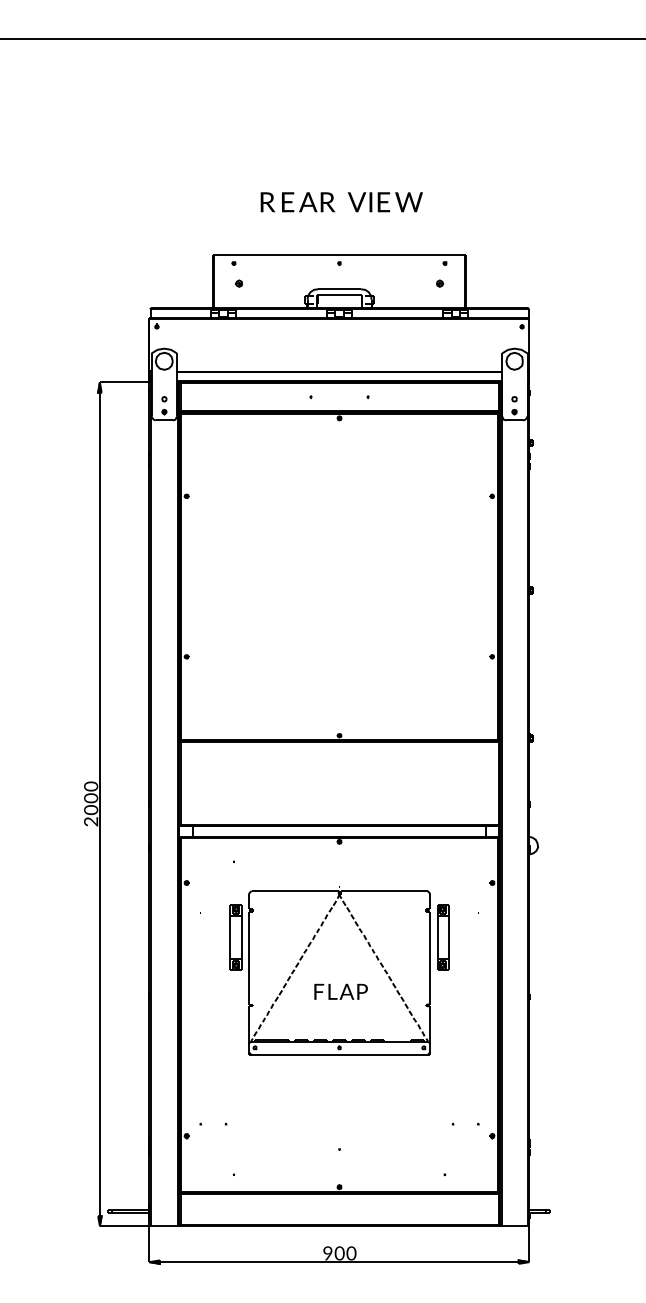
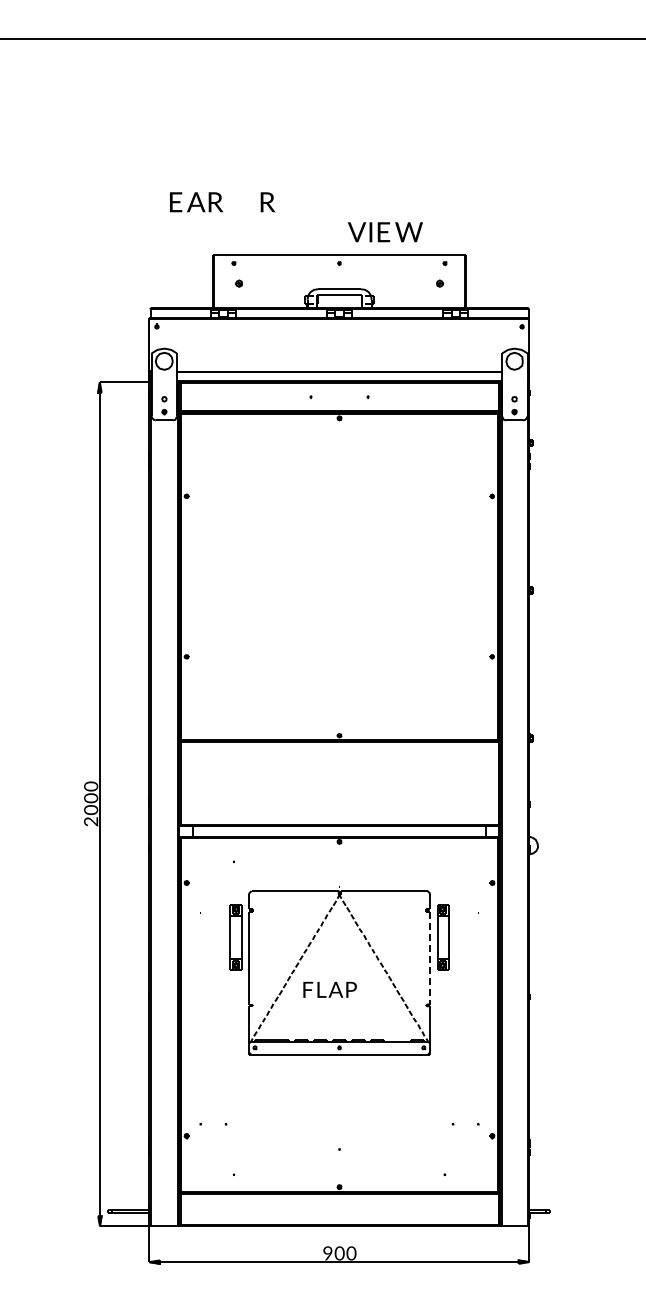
text at (308, 202) position: (308, 202) -> (196, 202)
text at (384, 202) position: (384, 202) -> (384, 232)
line at (430, 958): solid -> dashed
text at (340, 991) position: (340, 991) -> (329, 989)
